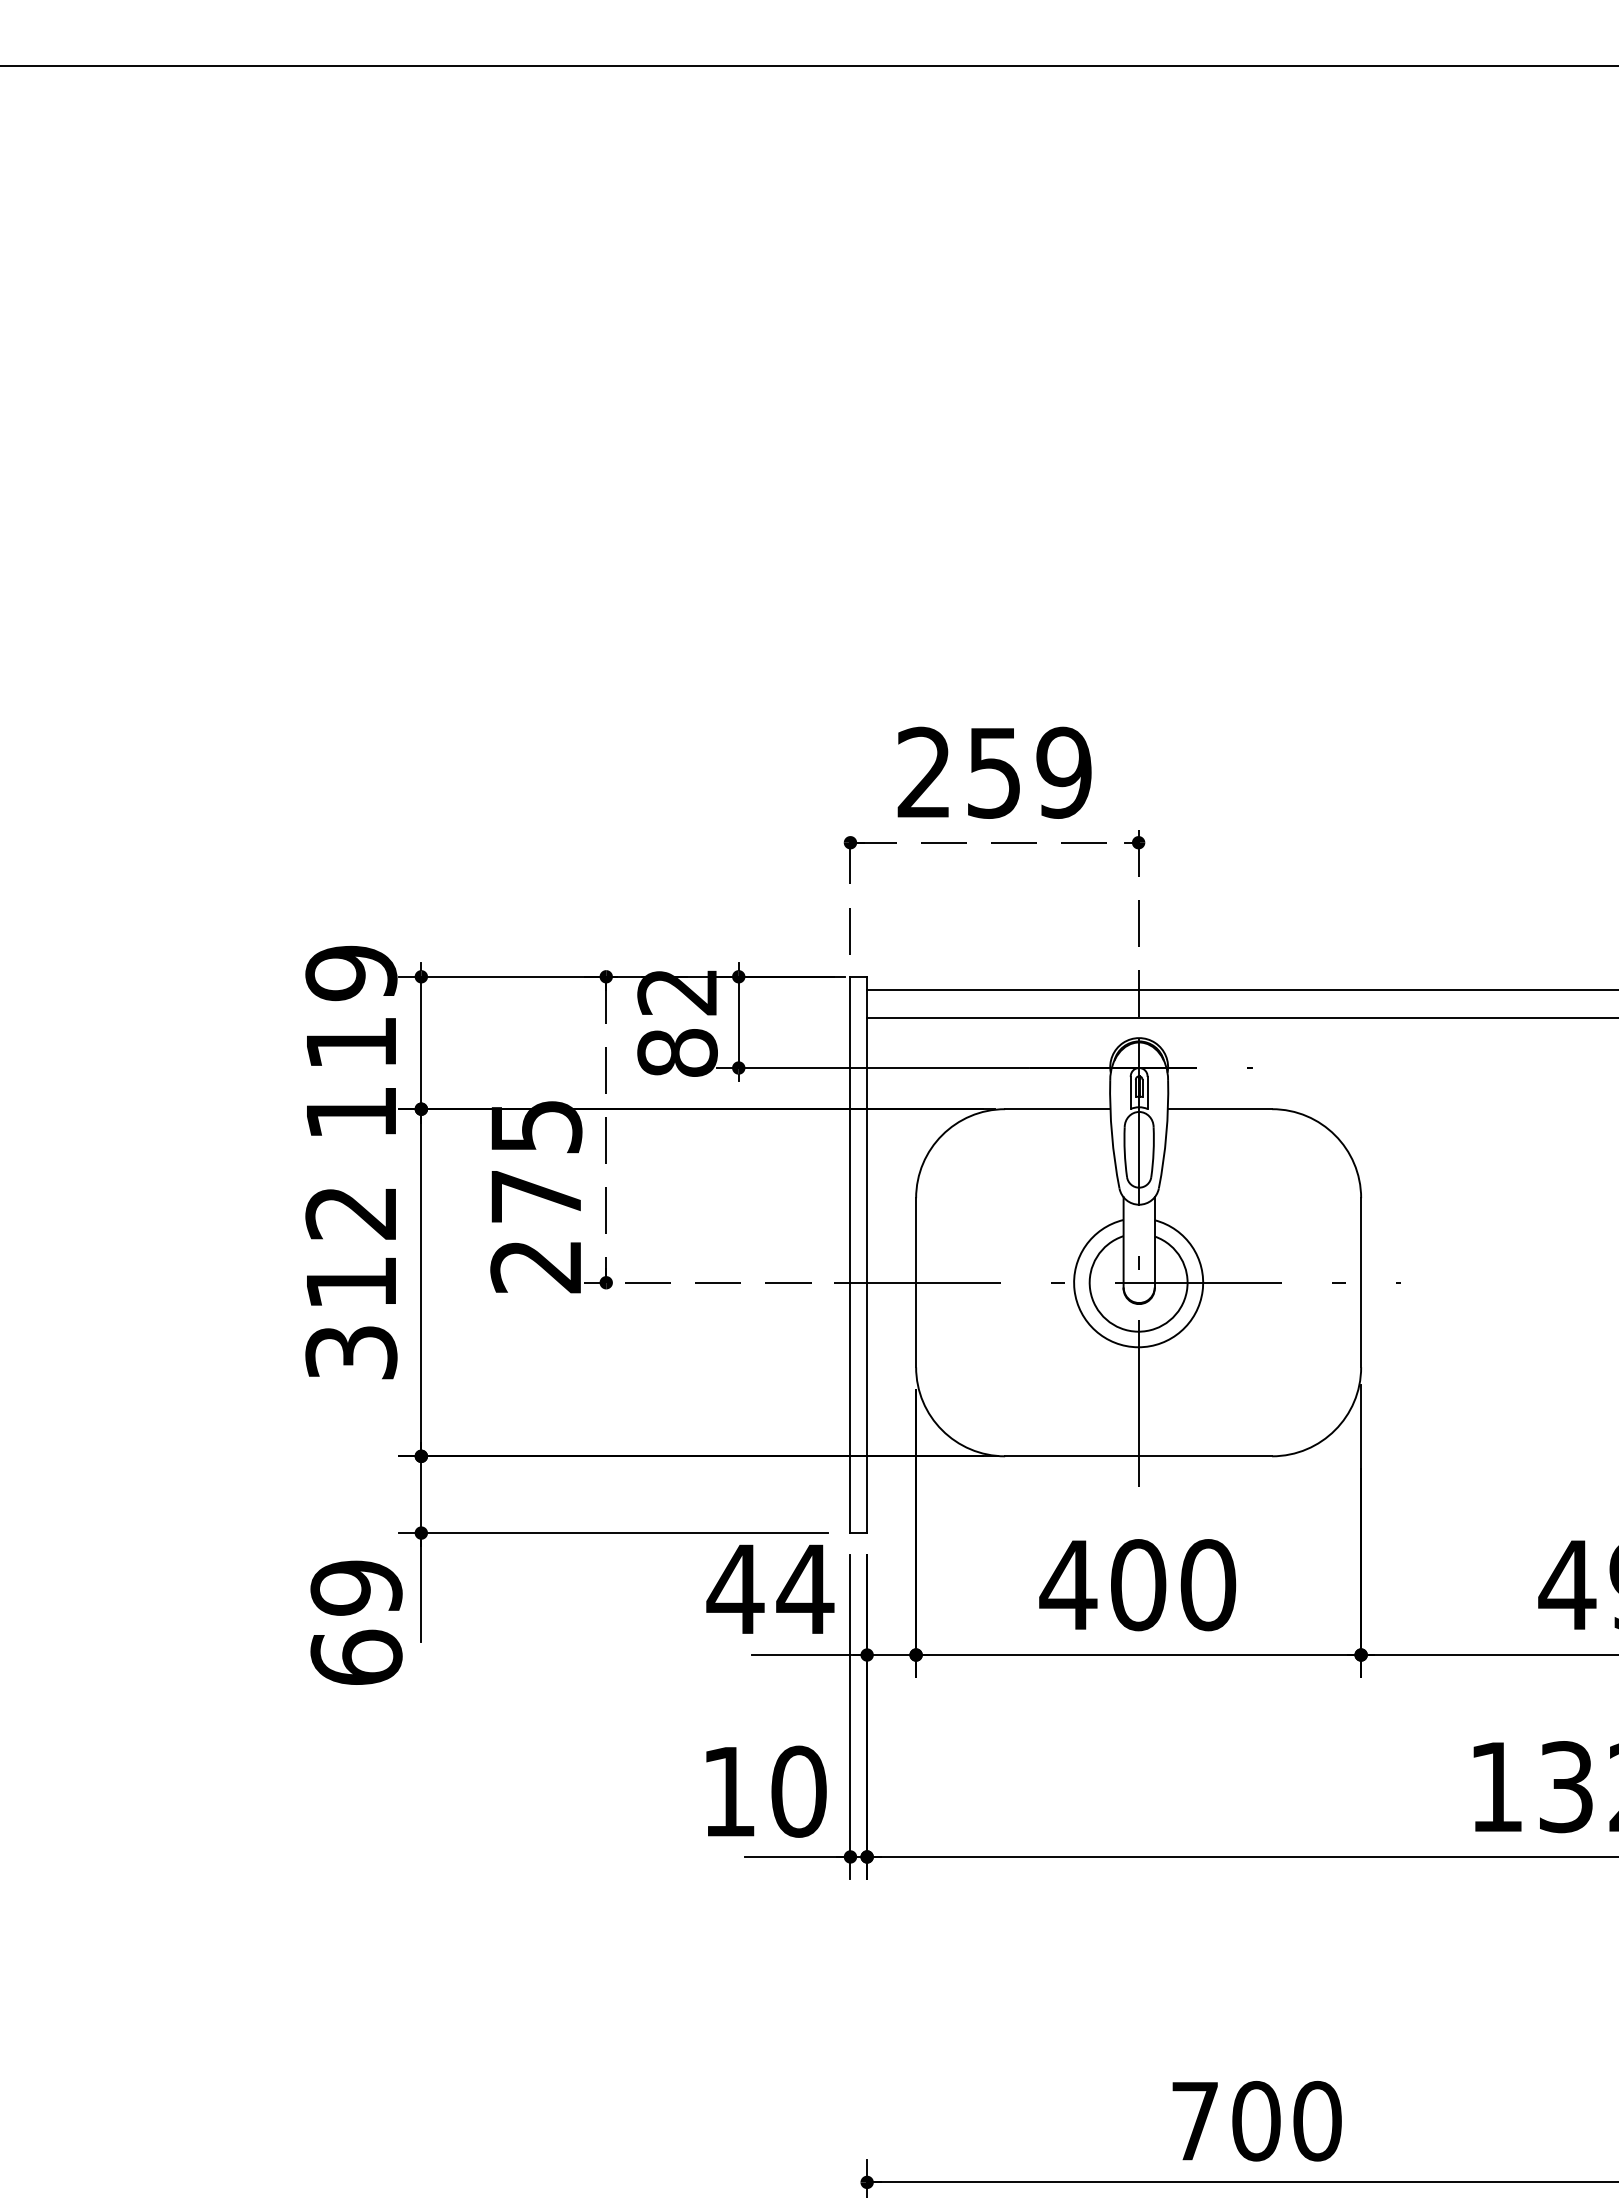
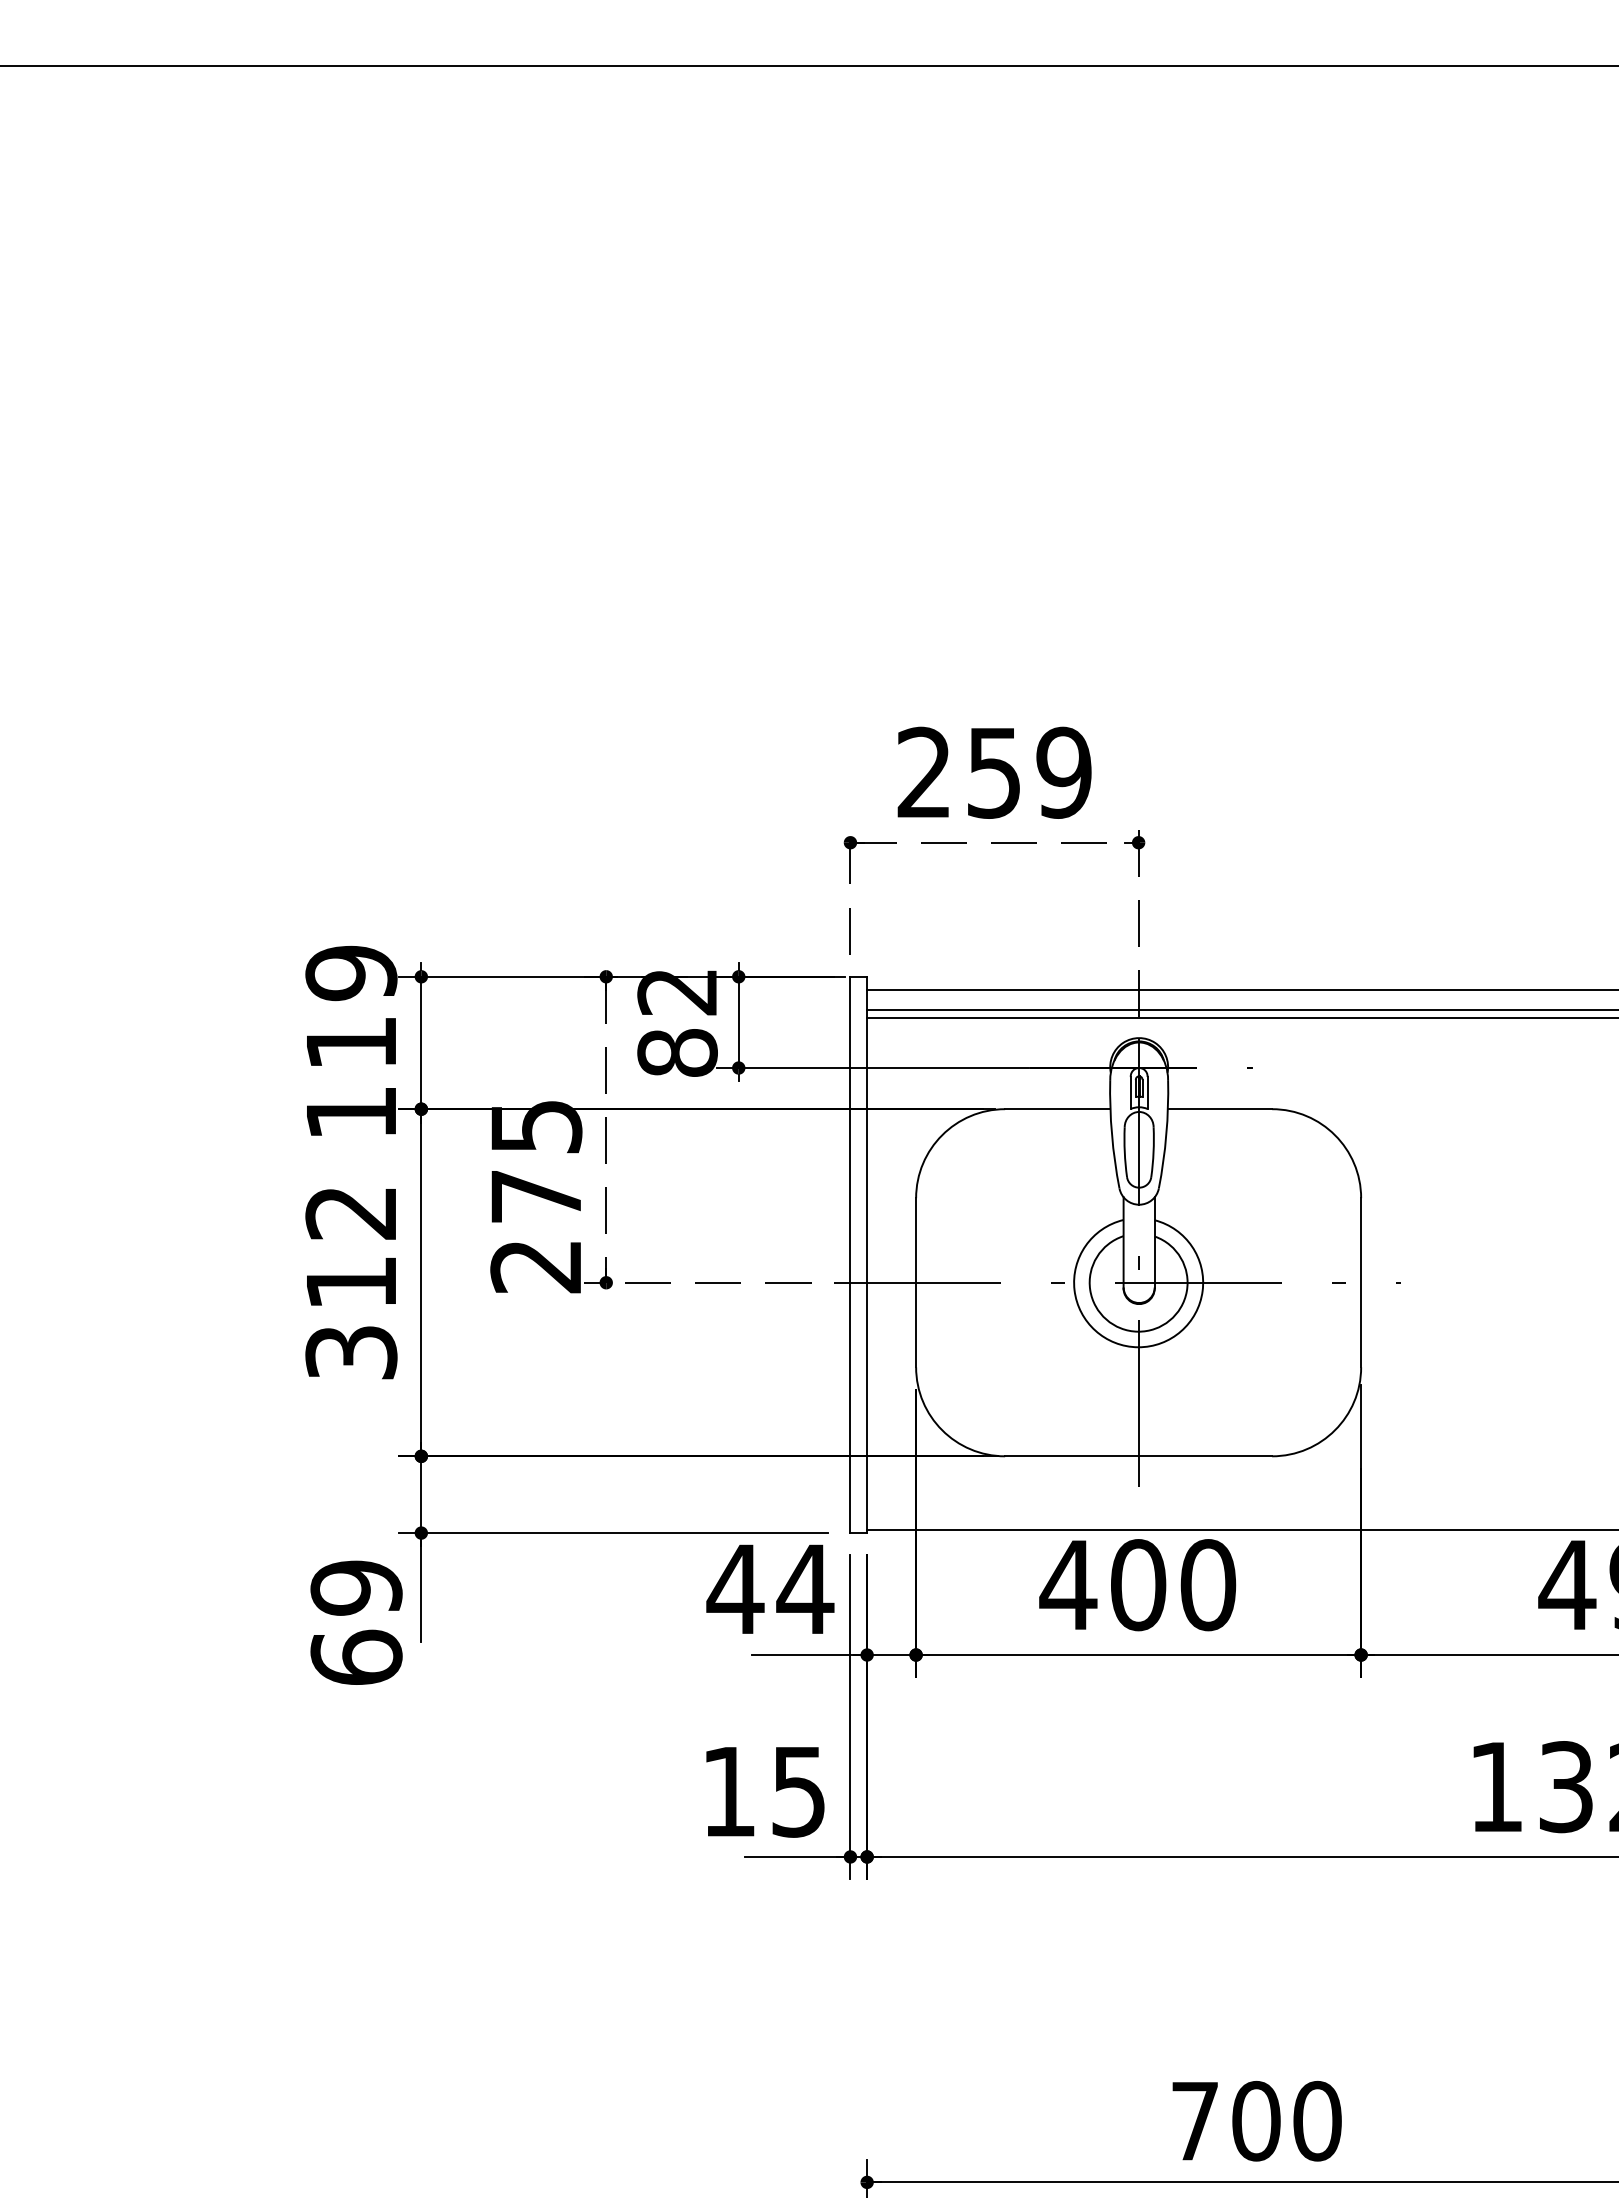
line at (1241, 1010): none -> present
line at (1241, 1529): none -> present
text at (798, 1791): 10 -> 15
